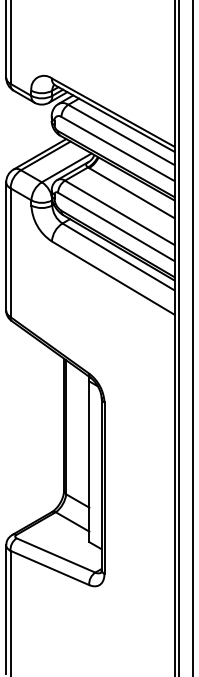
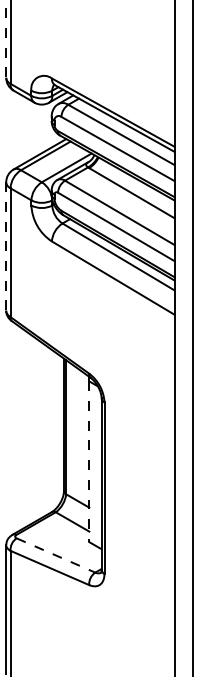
line at (6, 39): solid -> dashed
line at (6, 247): solid -> dashed
line at (178, 337): present -> none
line at (89, 462): solid -> dashed
line at (56, 555): solid -> dashed
